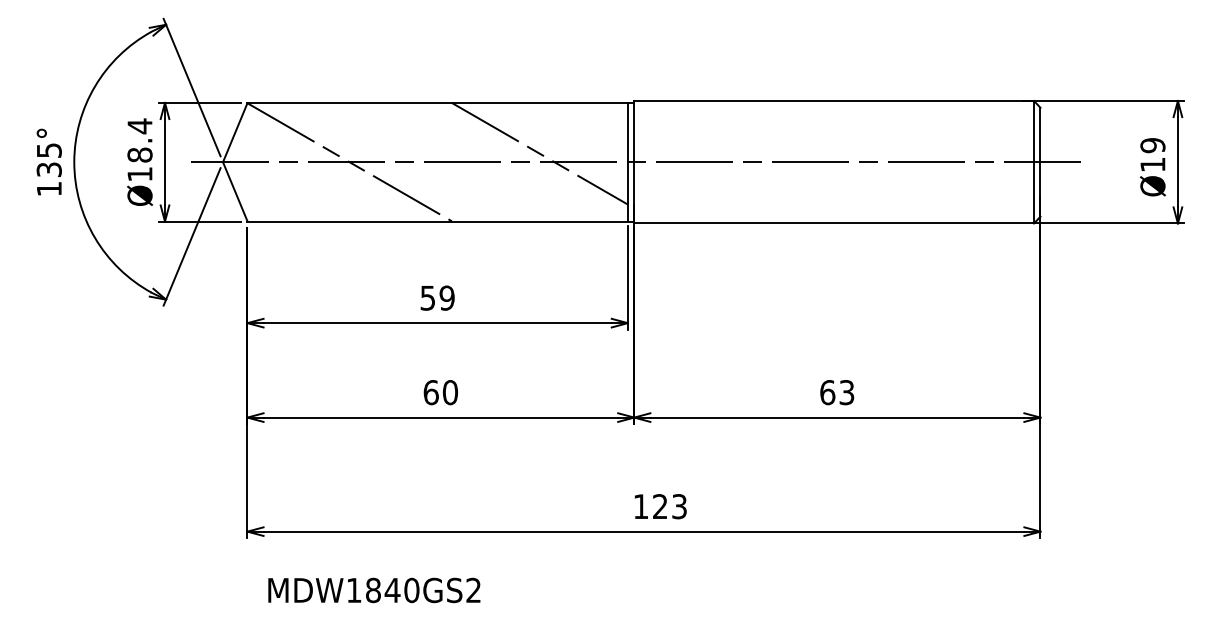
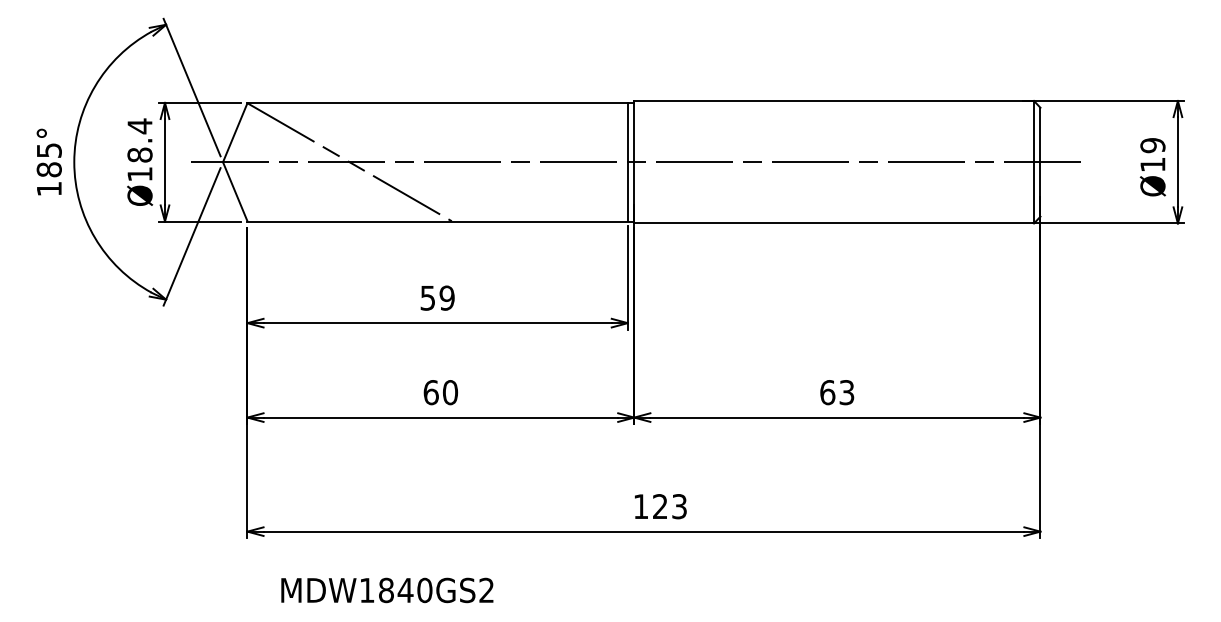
line at (539, 153): present -> none
text at (48, 169): 135° -> 185°
text at (374, 590) position: (374, 590) -> (387, 590)
